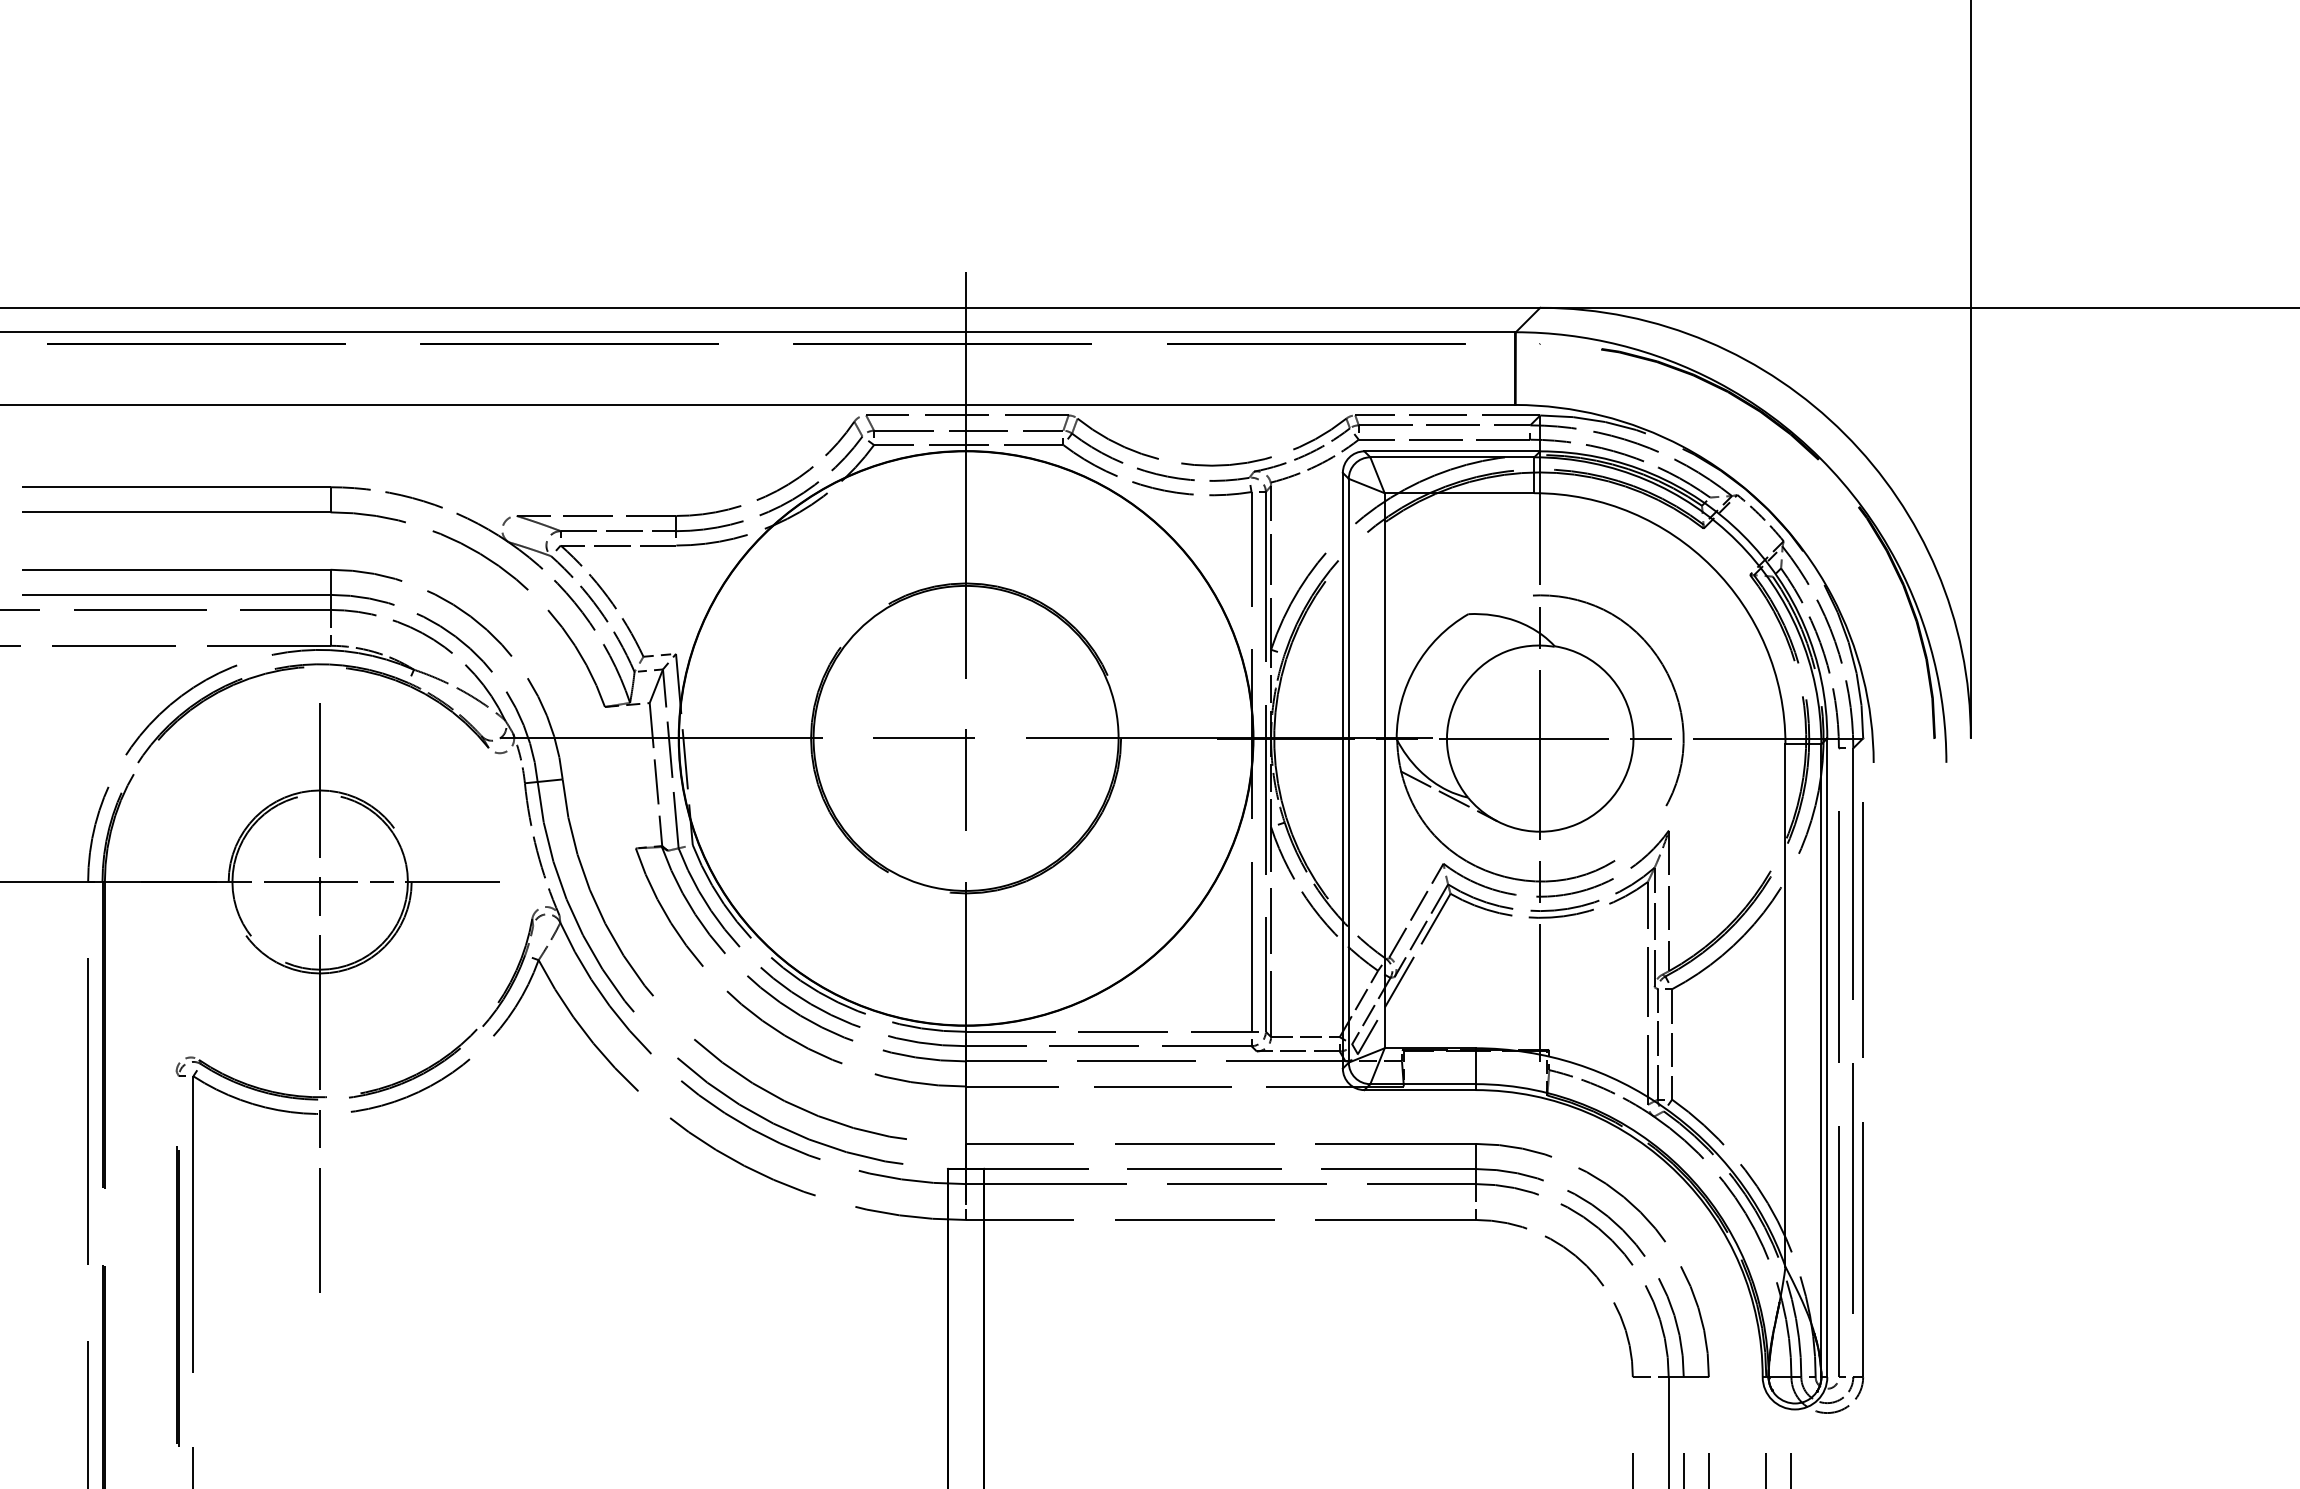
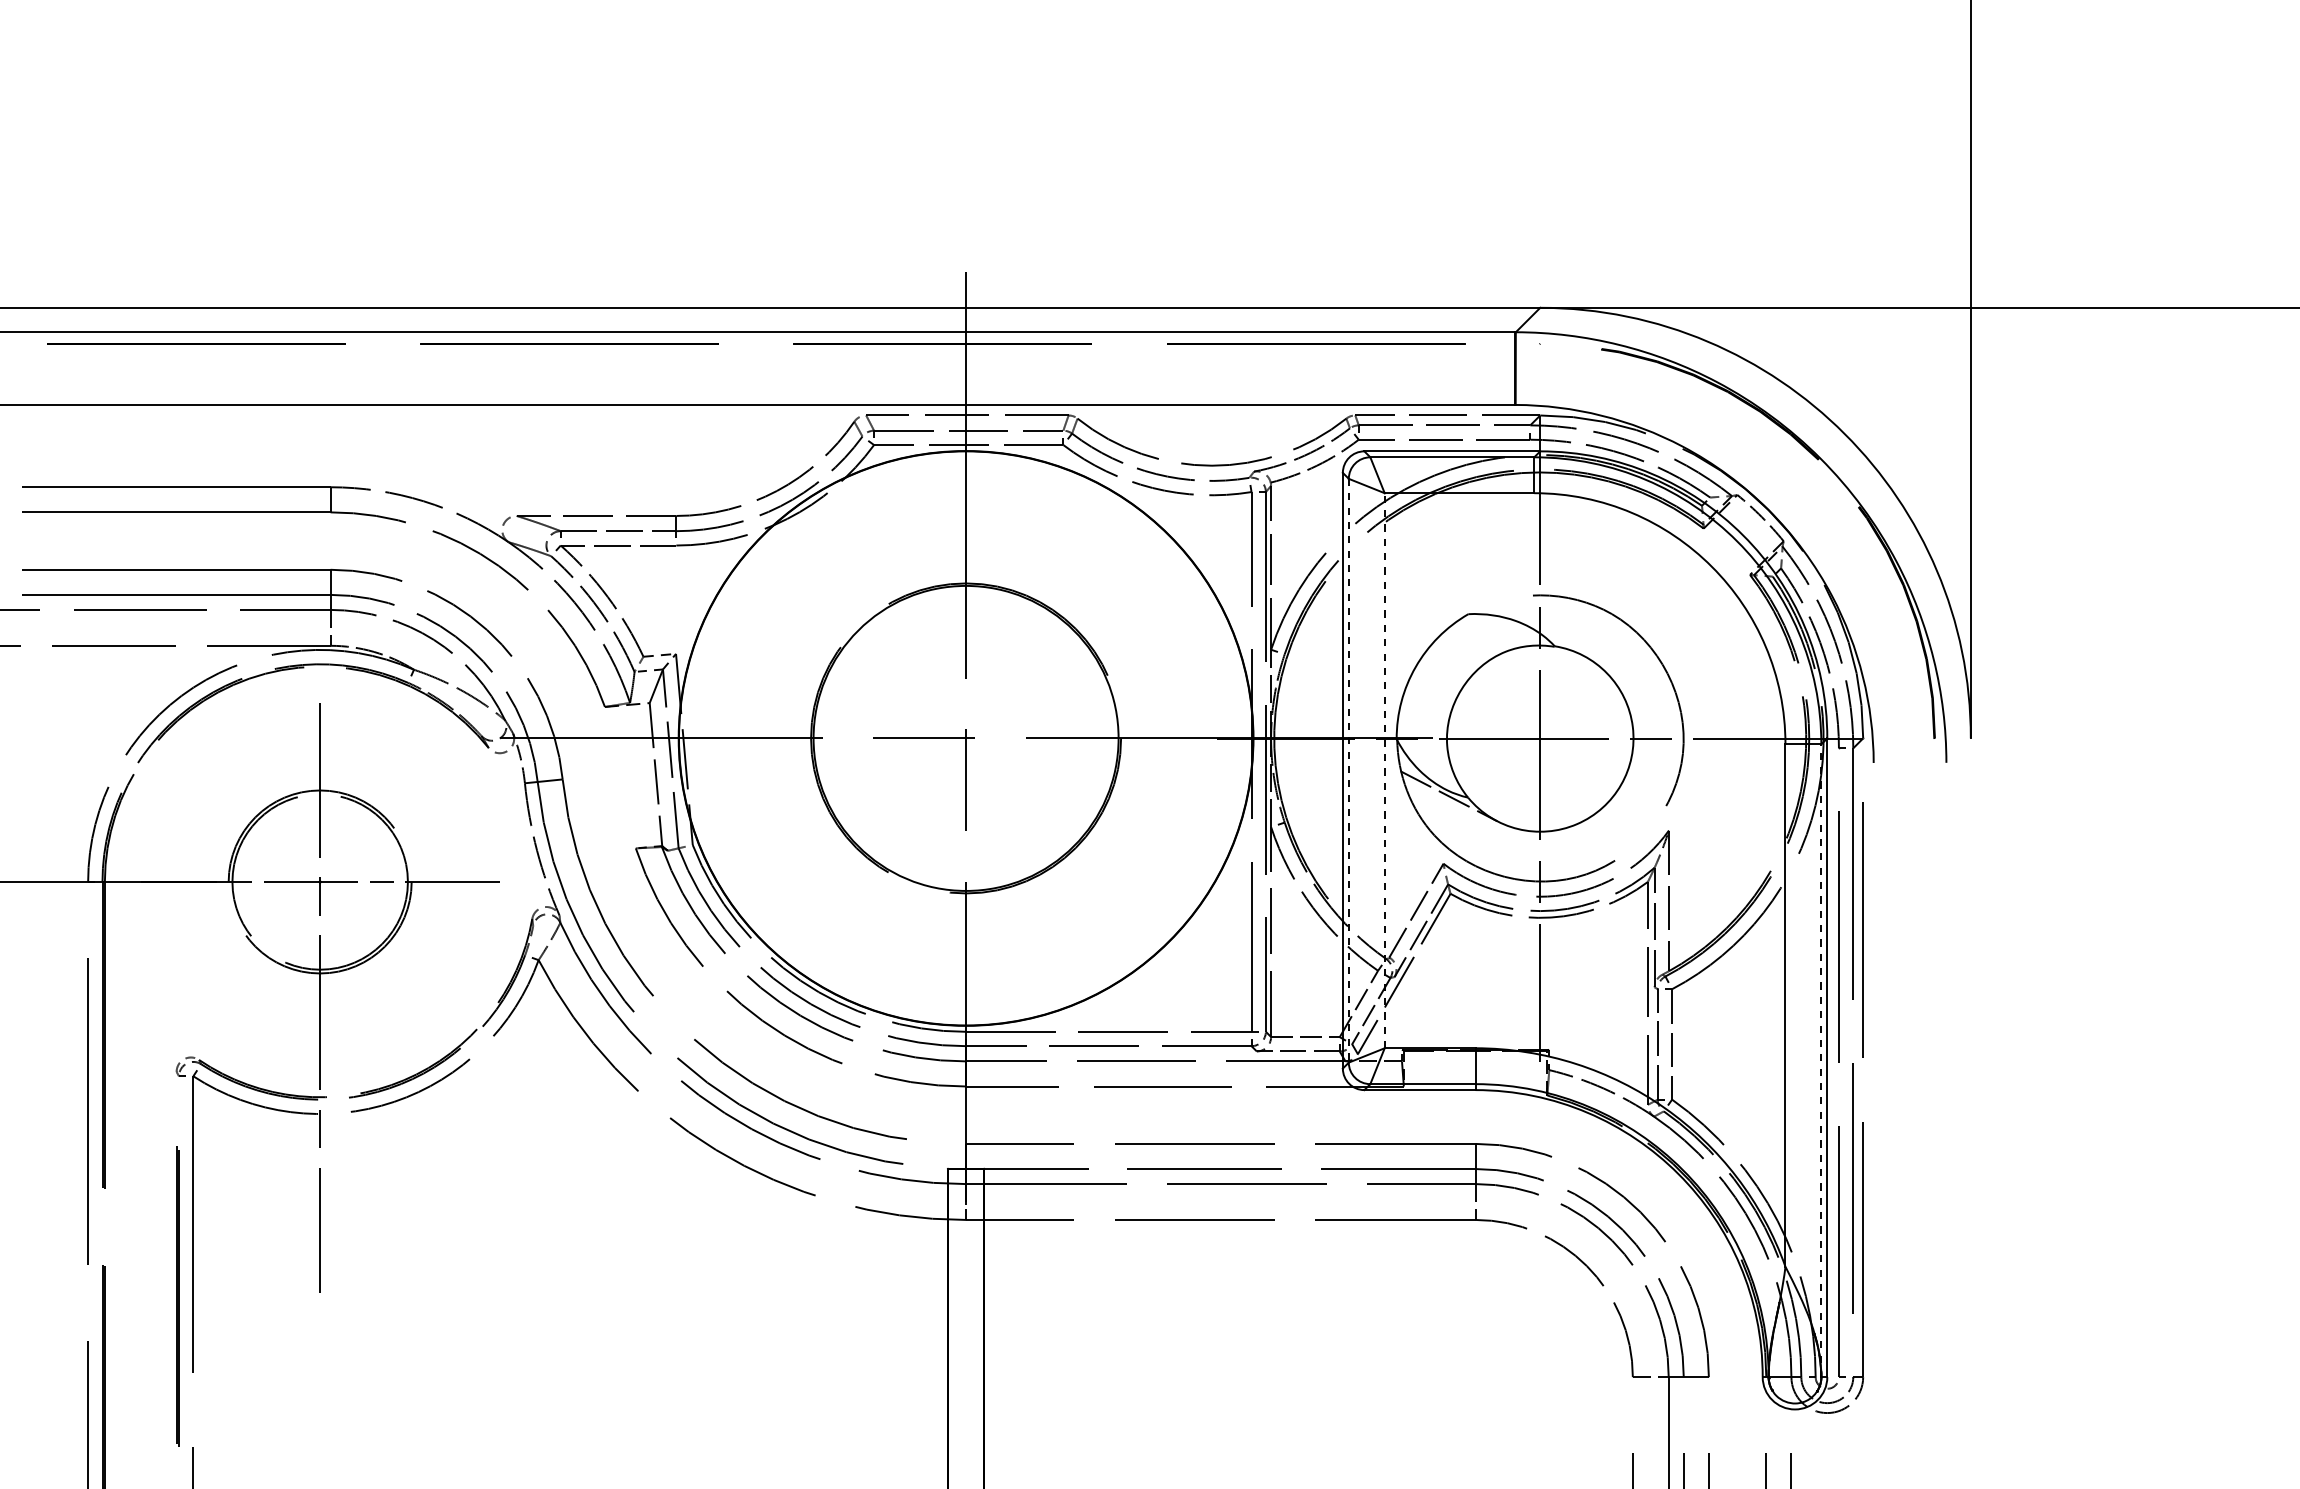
line at (1348, 770): solid -> dashed
line at (1384, 770): solid -> dashed
line at (1821, 1060): solid -> dashed
